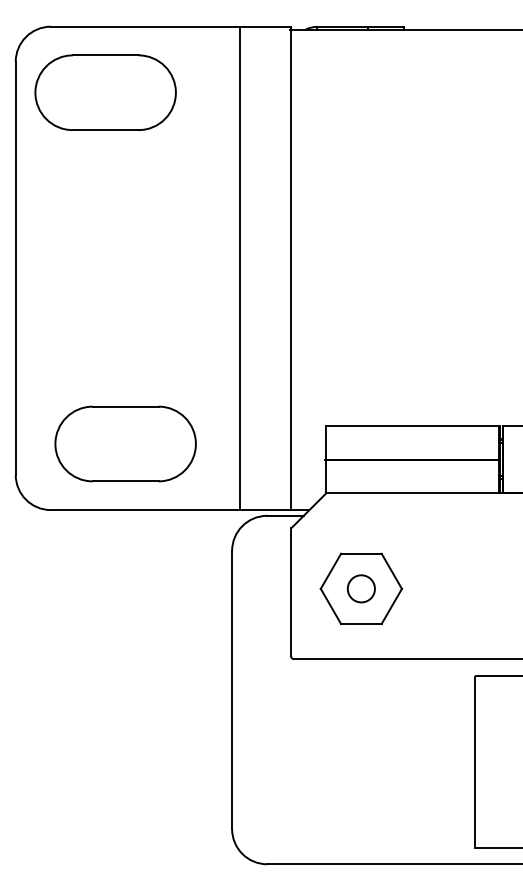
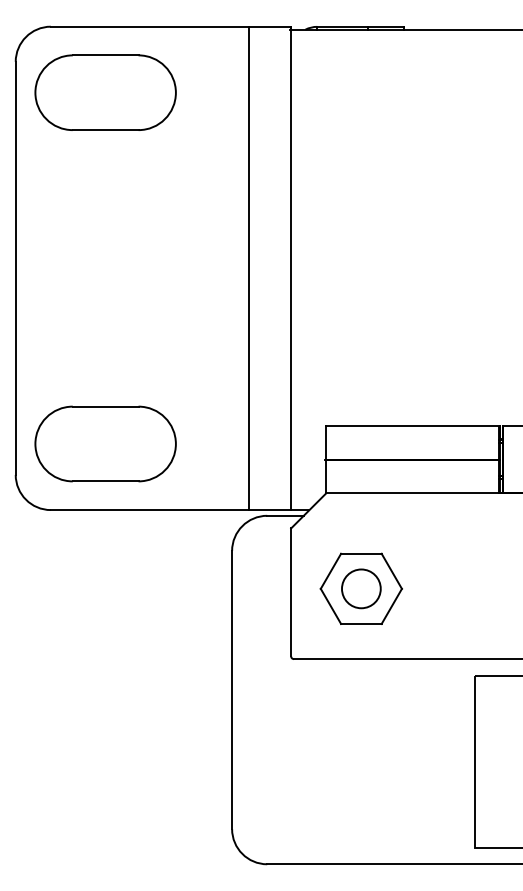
line at (239, 268) position: (239, 268) -> (248, 268)
part at (125, 443) position: (125, 443) -> (105, 443)
circle at (360, 588) diameter: 27 px -> 39 px
